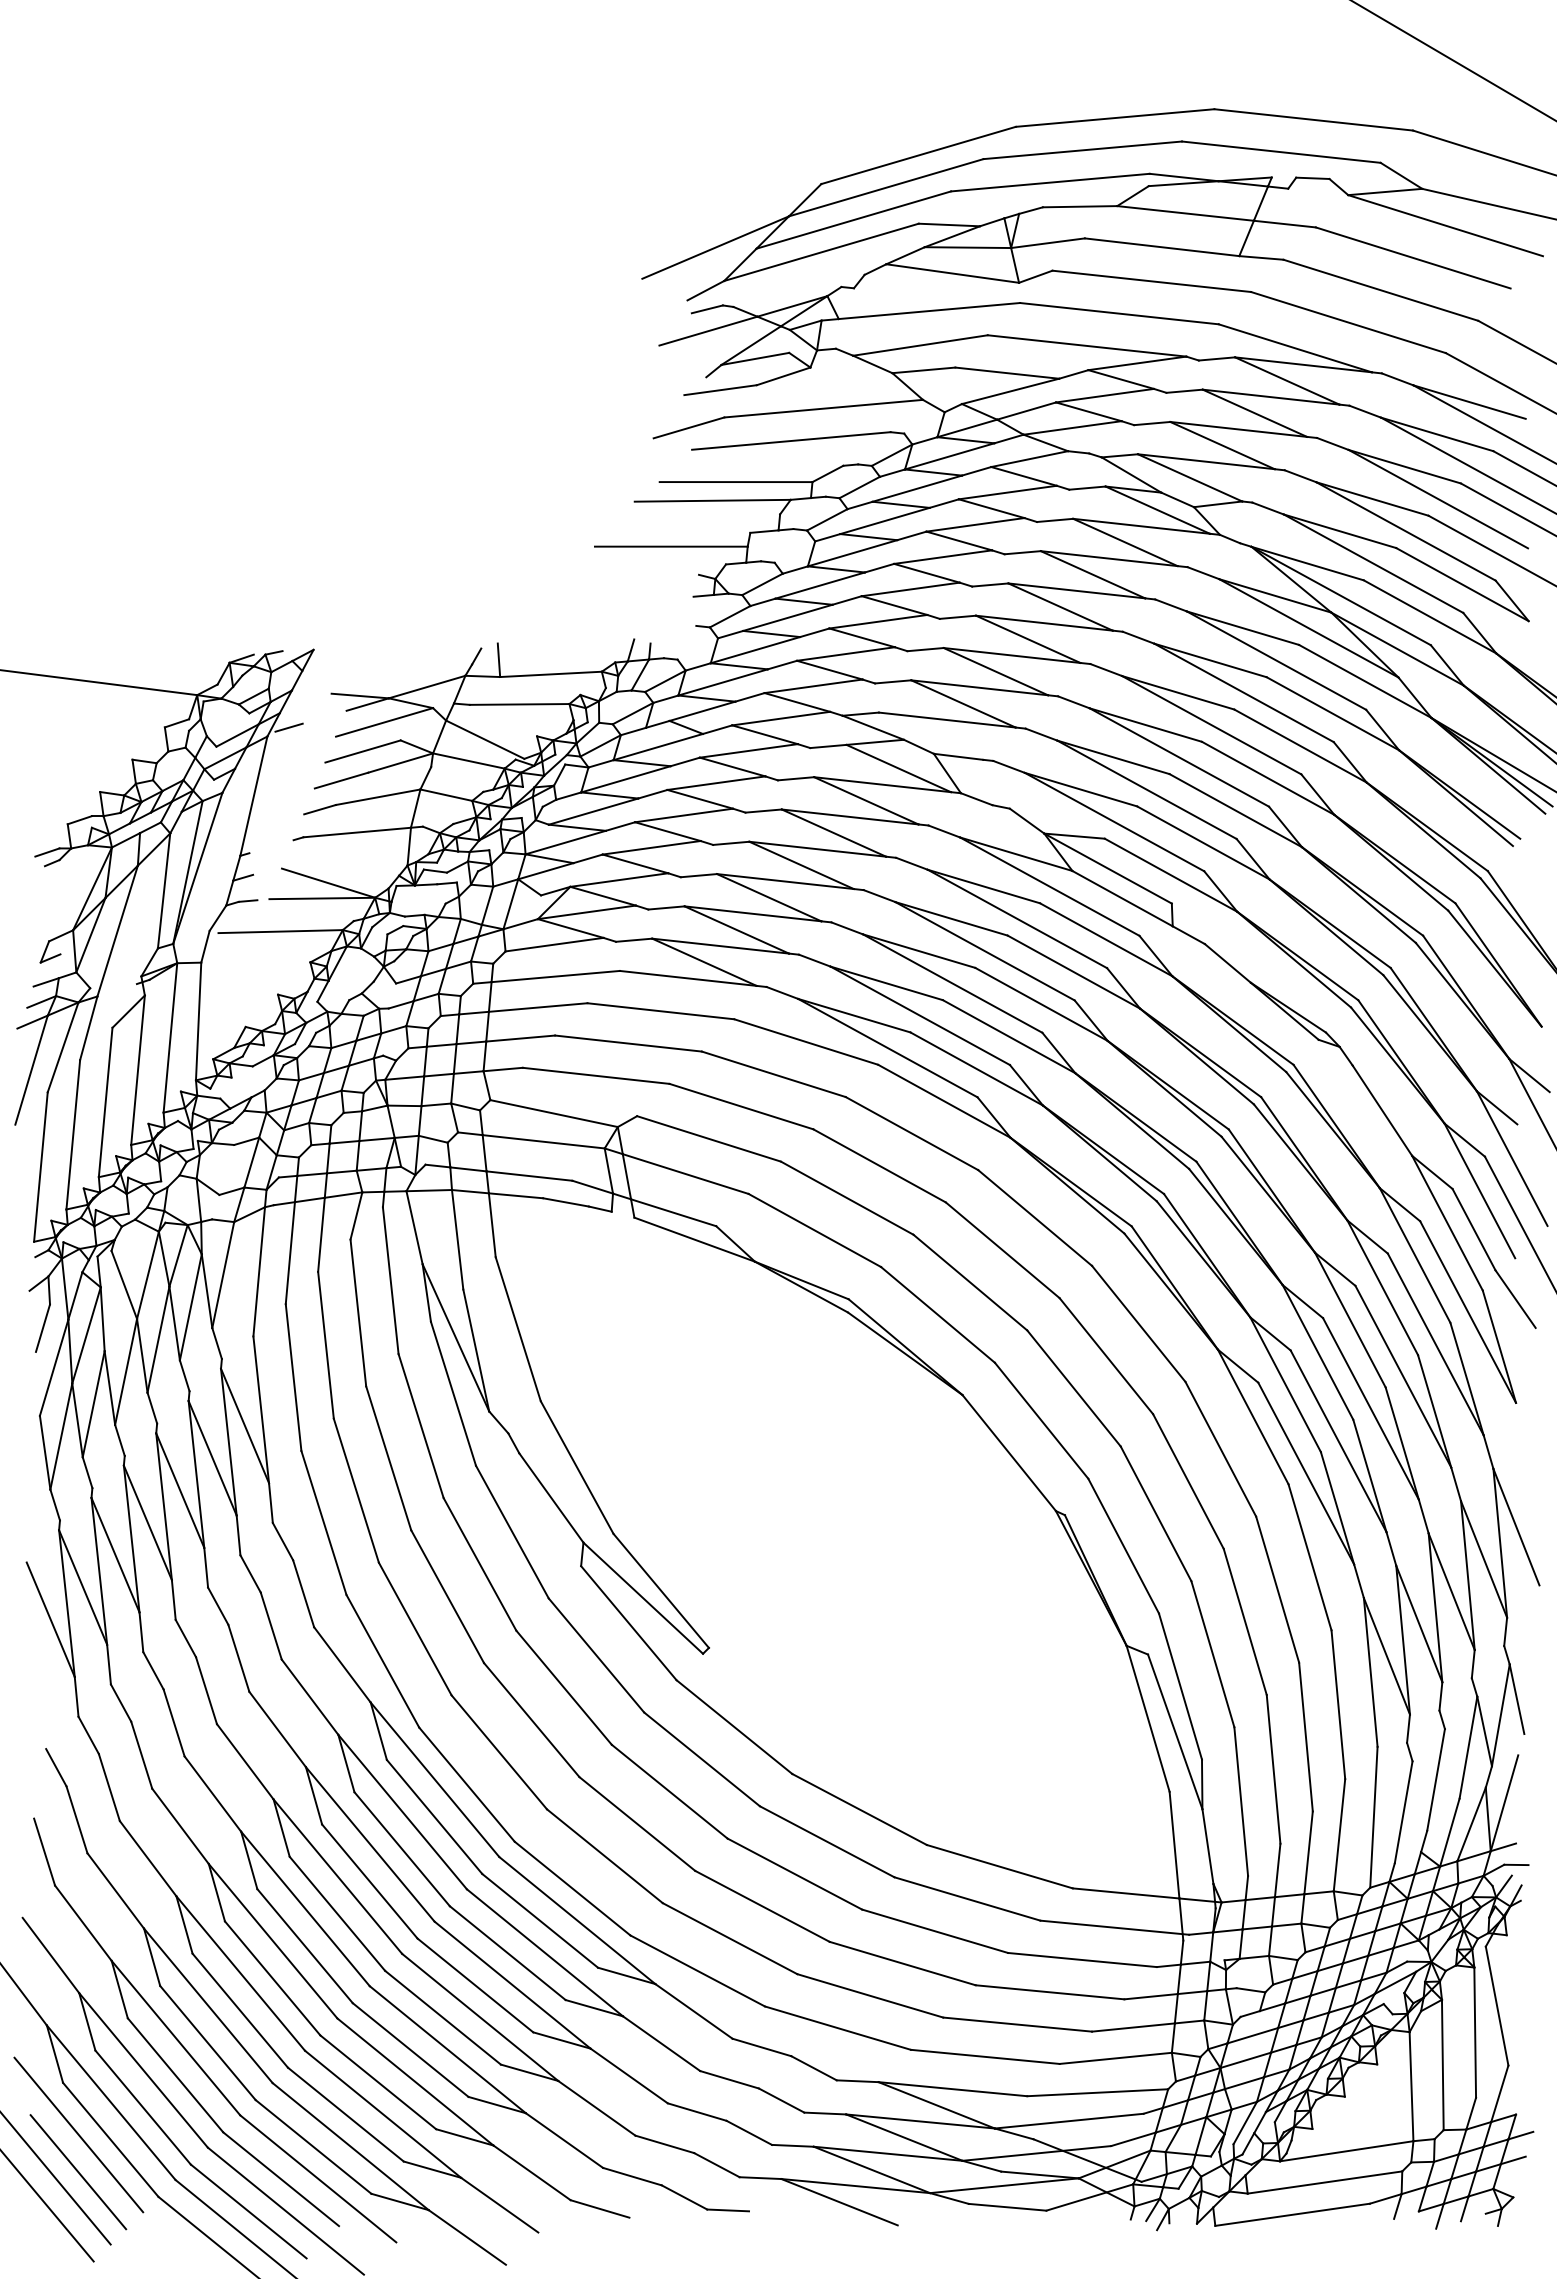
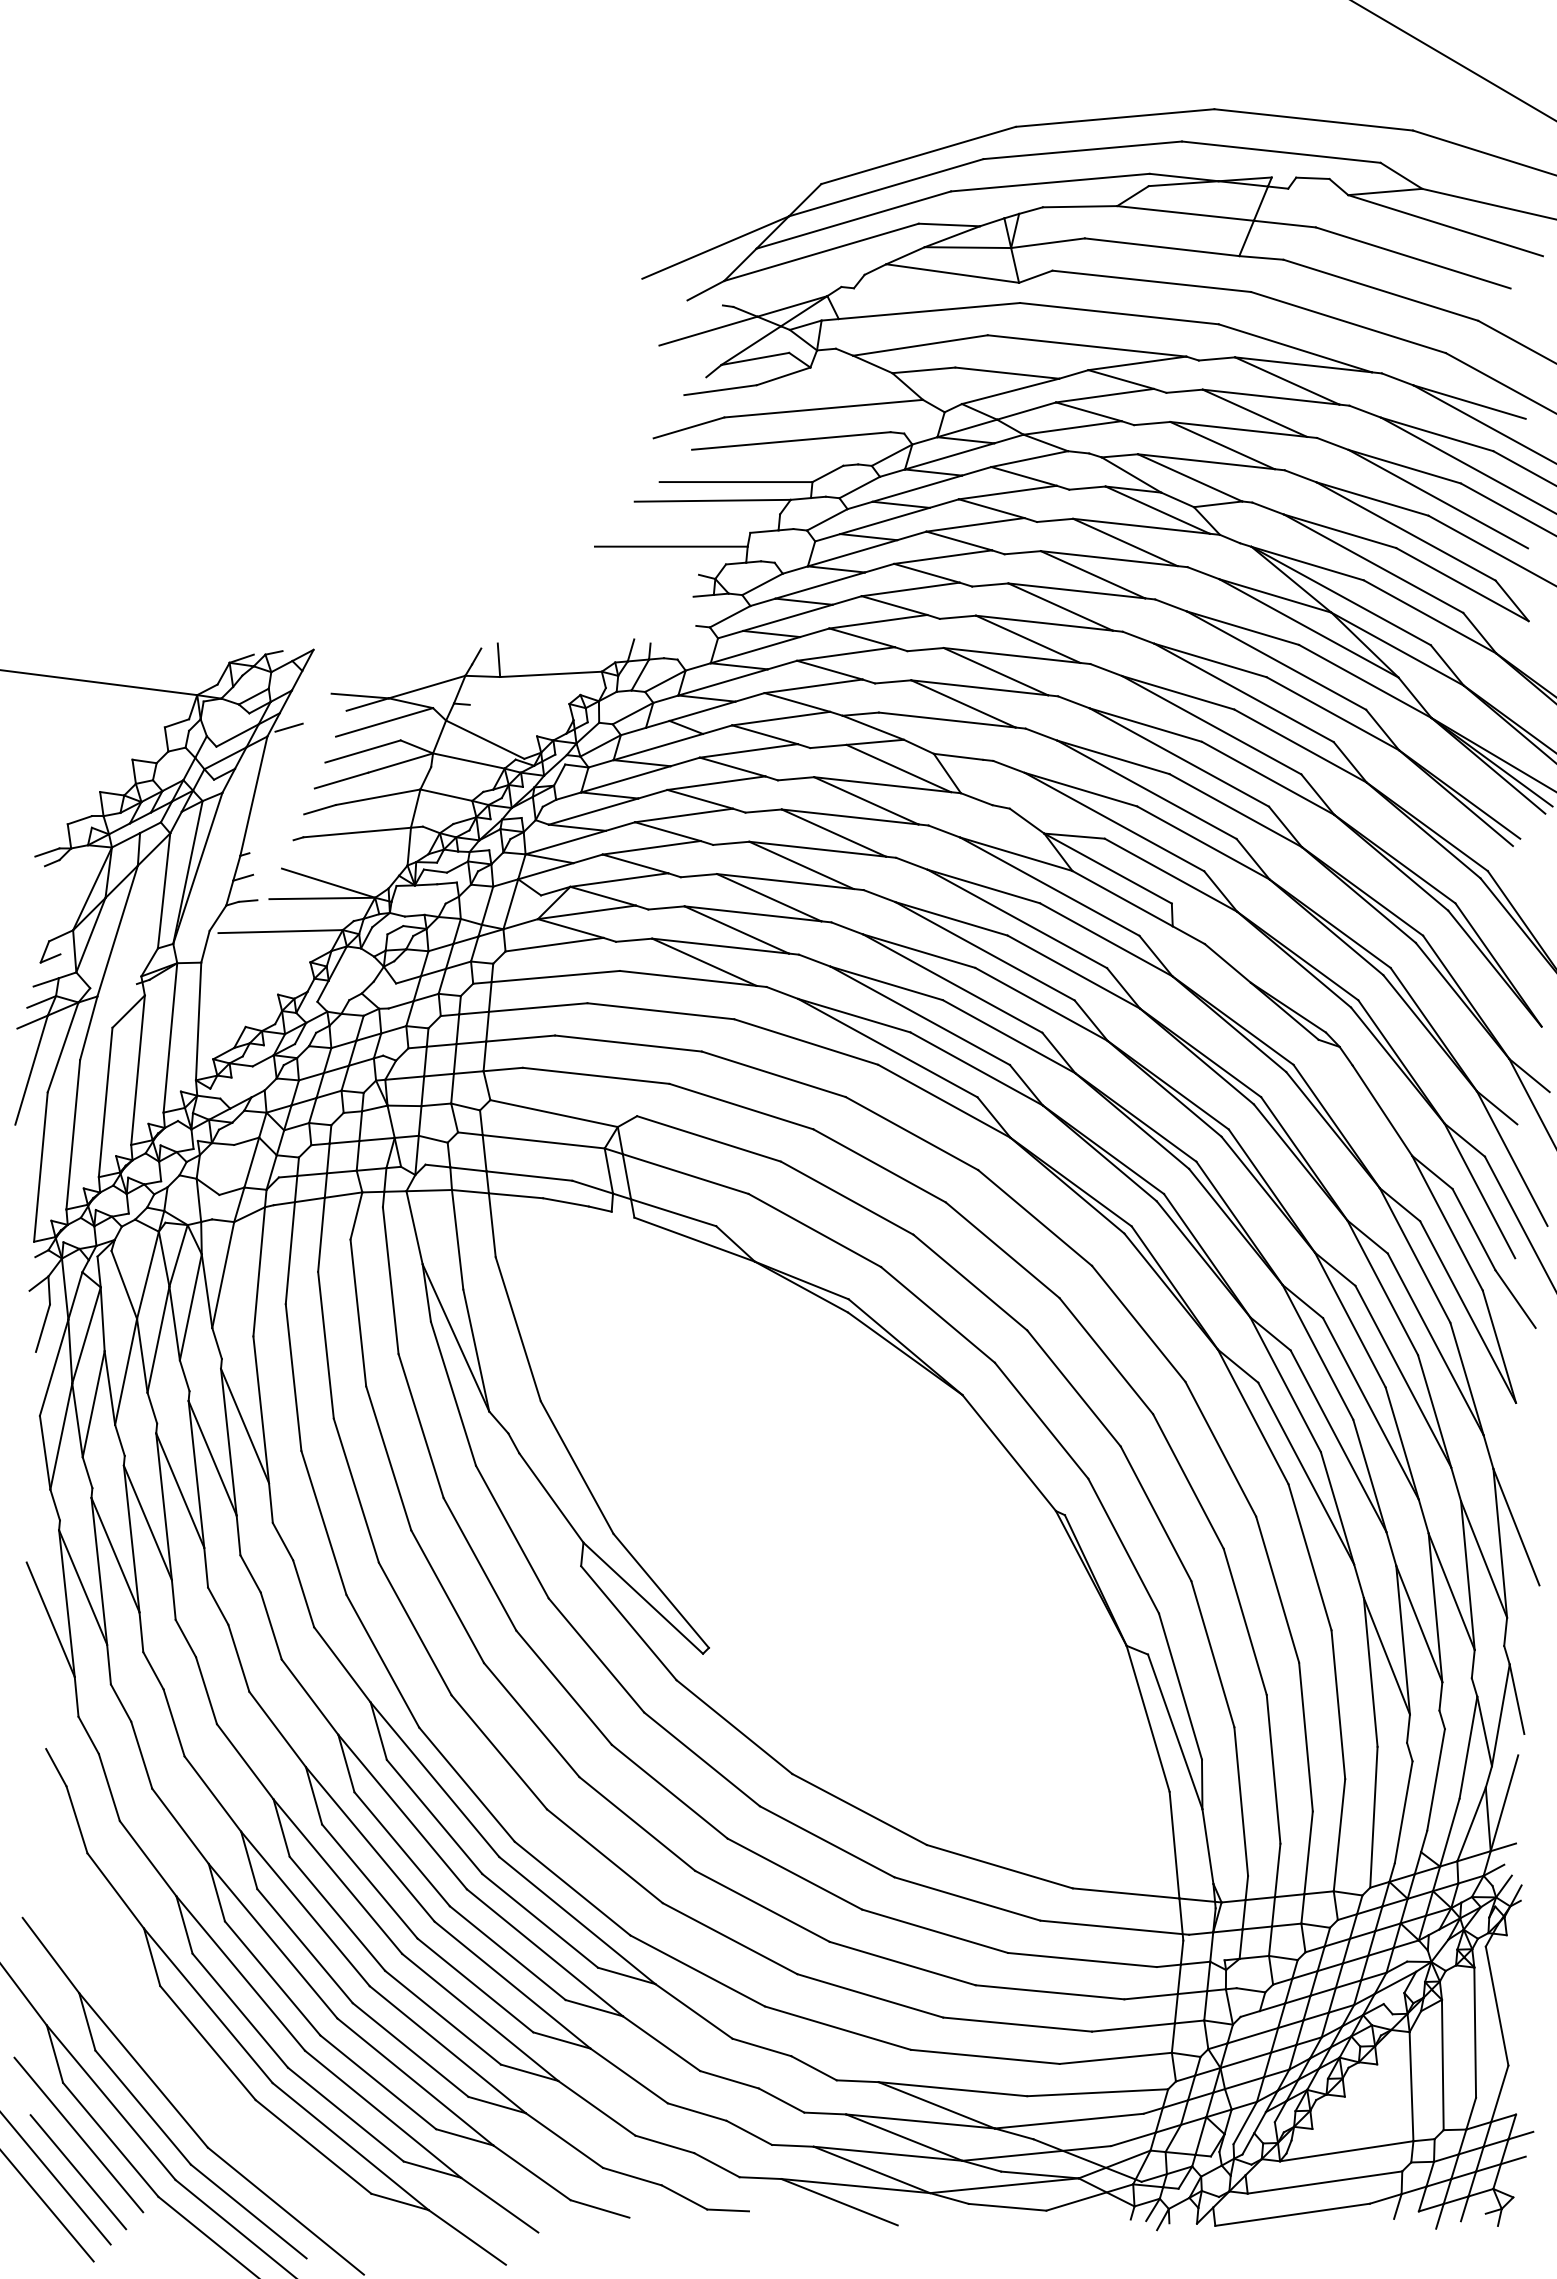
line at (706, 309): present -> none
line at (519, 704): present -> none
line at (1516, 1864): present -> none
part at (189, 2052): present -> none
